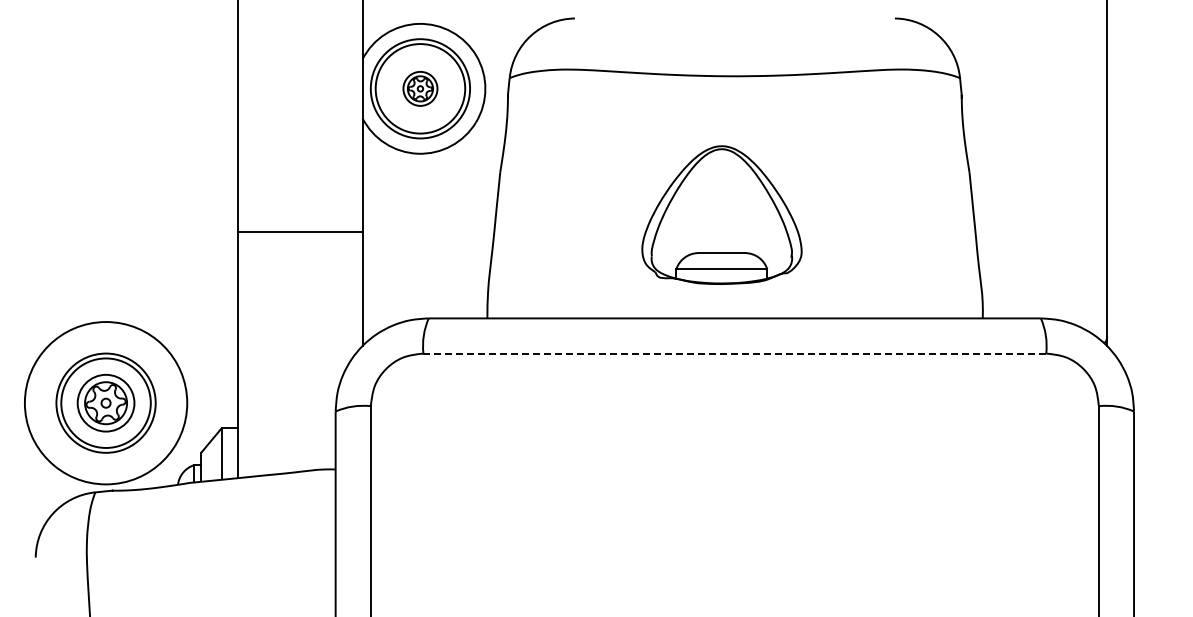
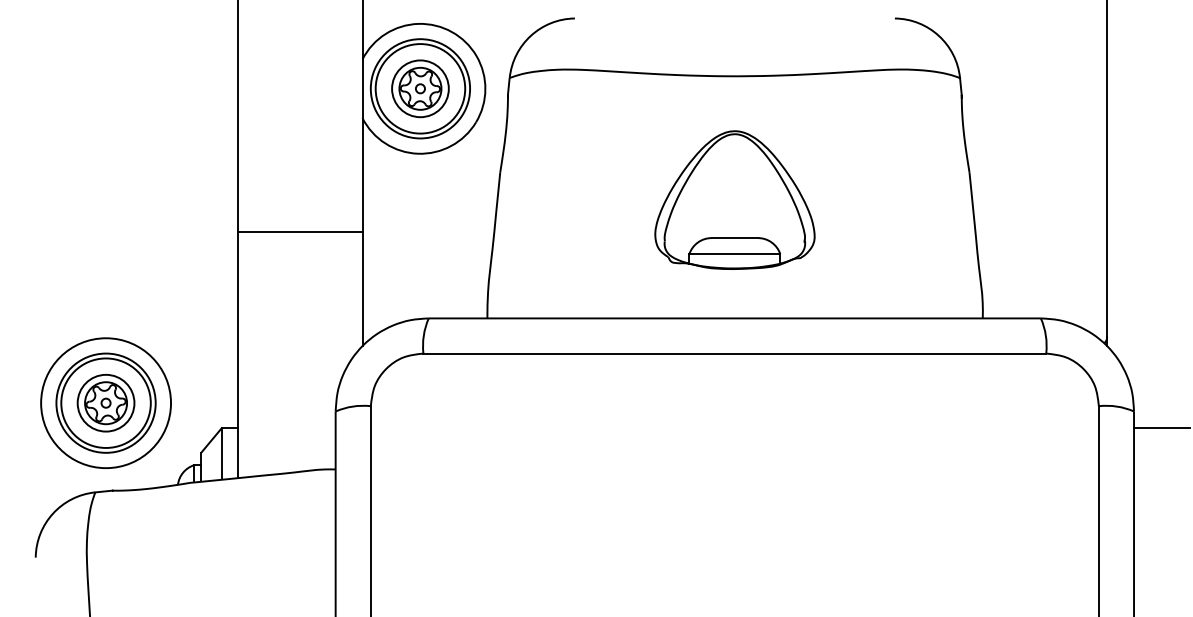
part at (420, 88) size: 37x36 px -> 59x60 px
part at (721, 214) position: (721, 214) -> (734, 199)
line at (734, 353): dashed -> solid
circle at (105, 403) diameter: 162 px -> 130 px
line at (1161, 428): none -> present
